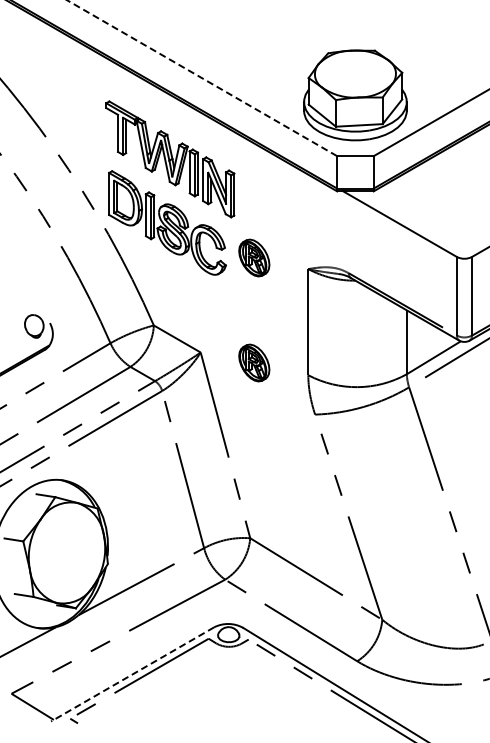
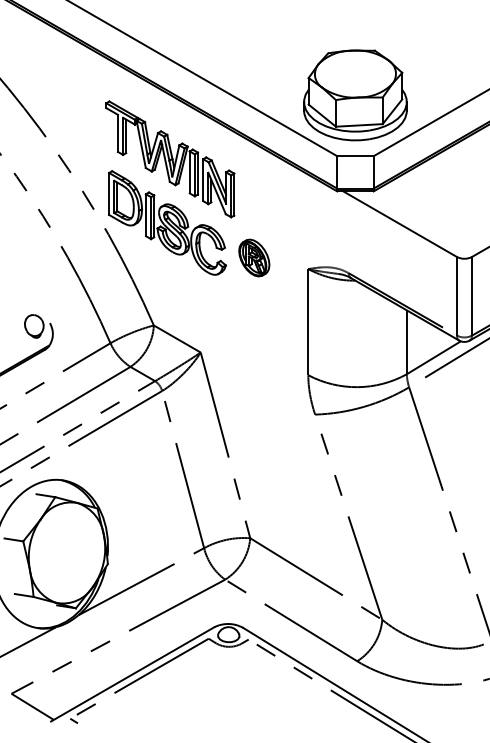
line at (202, 78): dashed -> solid
part at (254, 362): present -> none
line at (132, 674): dashed -> solid
